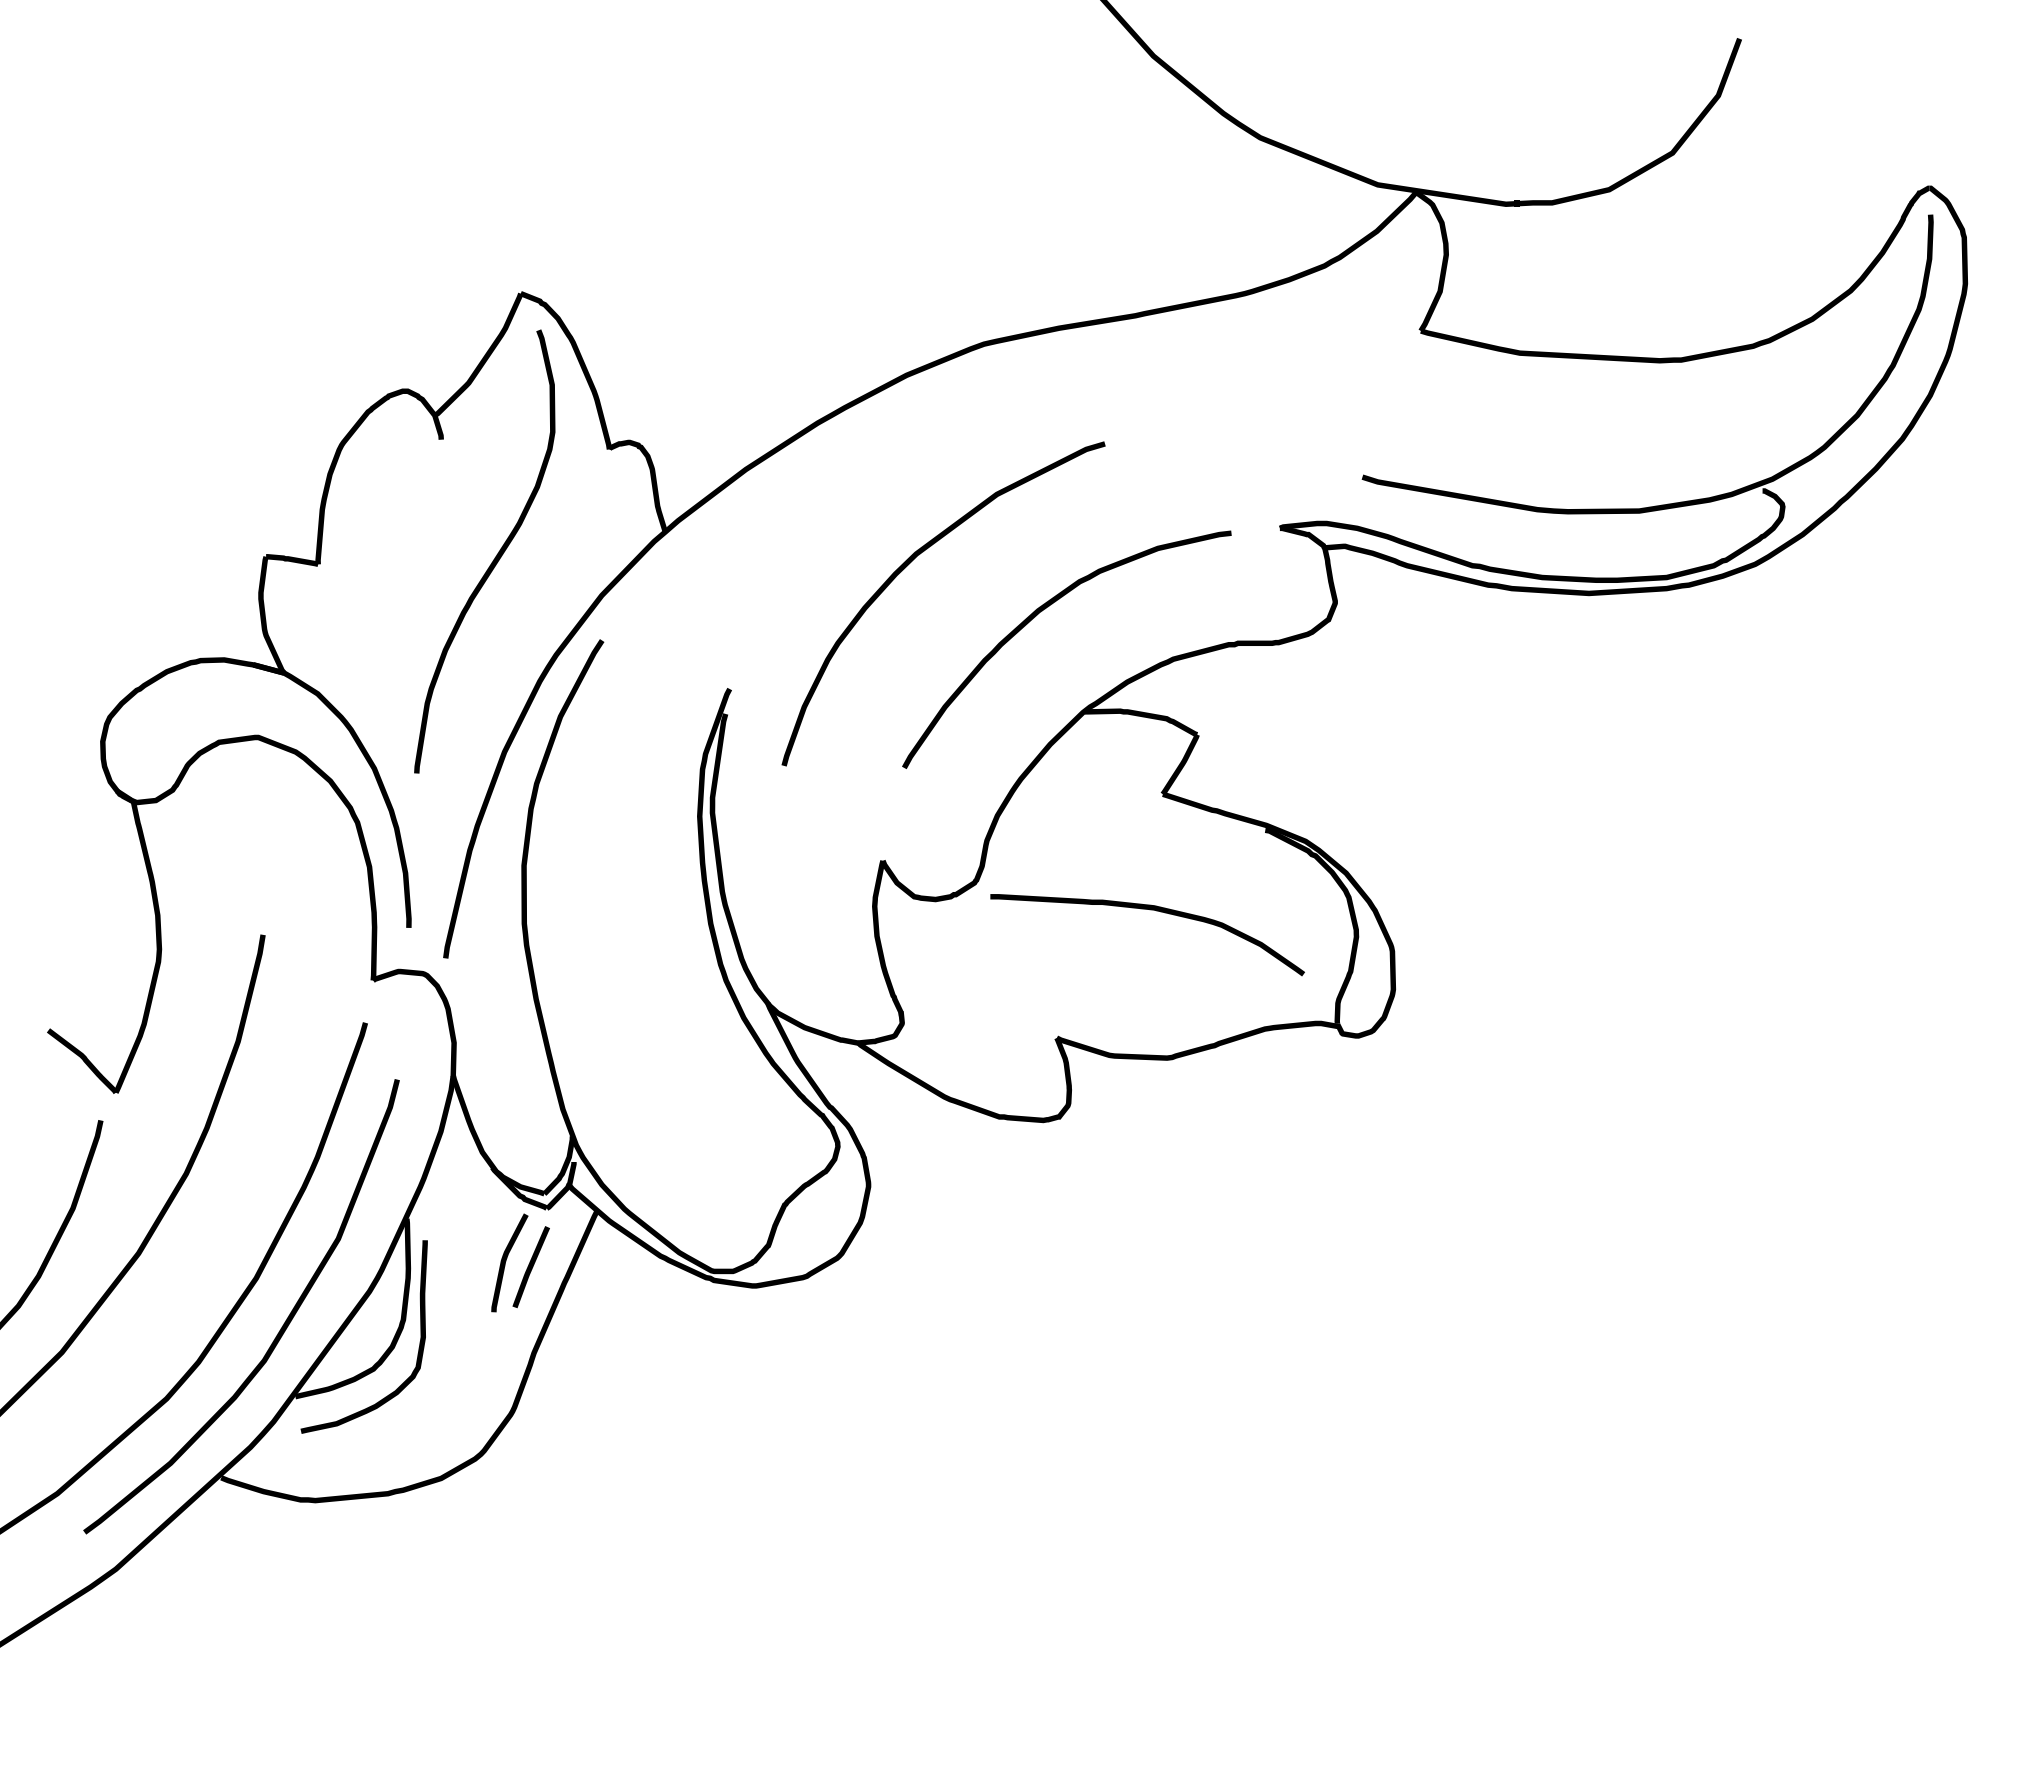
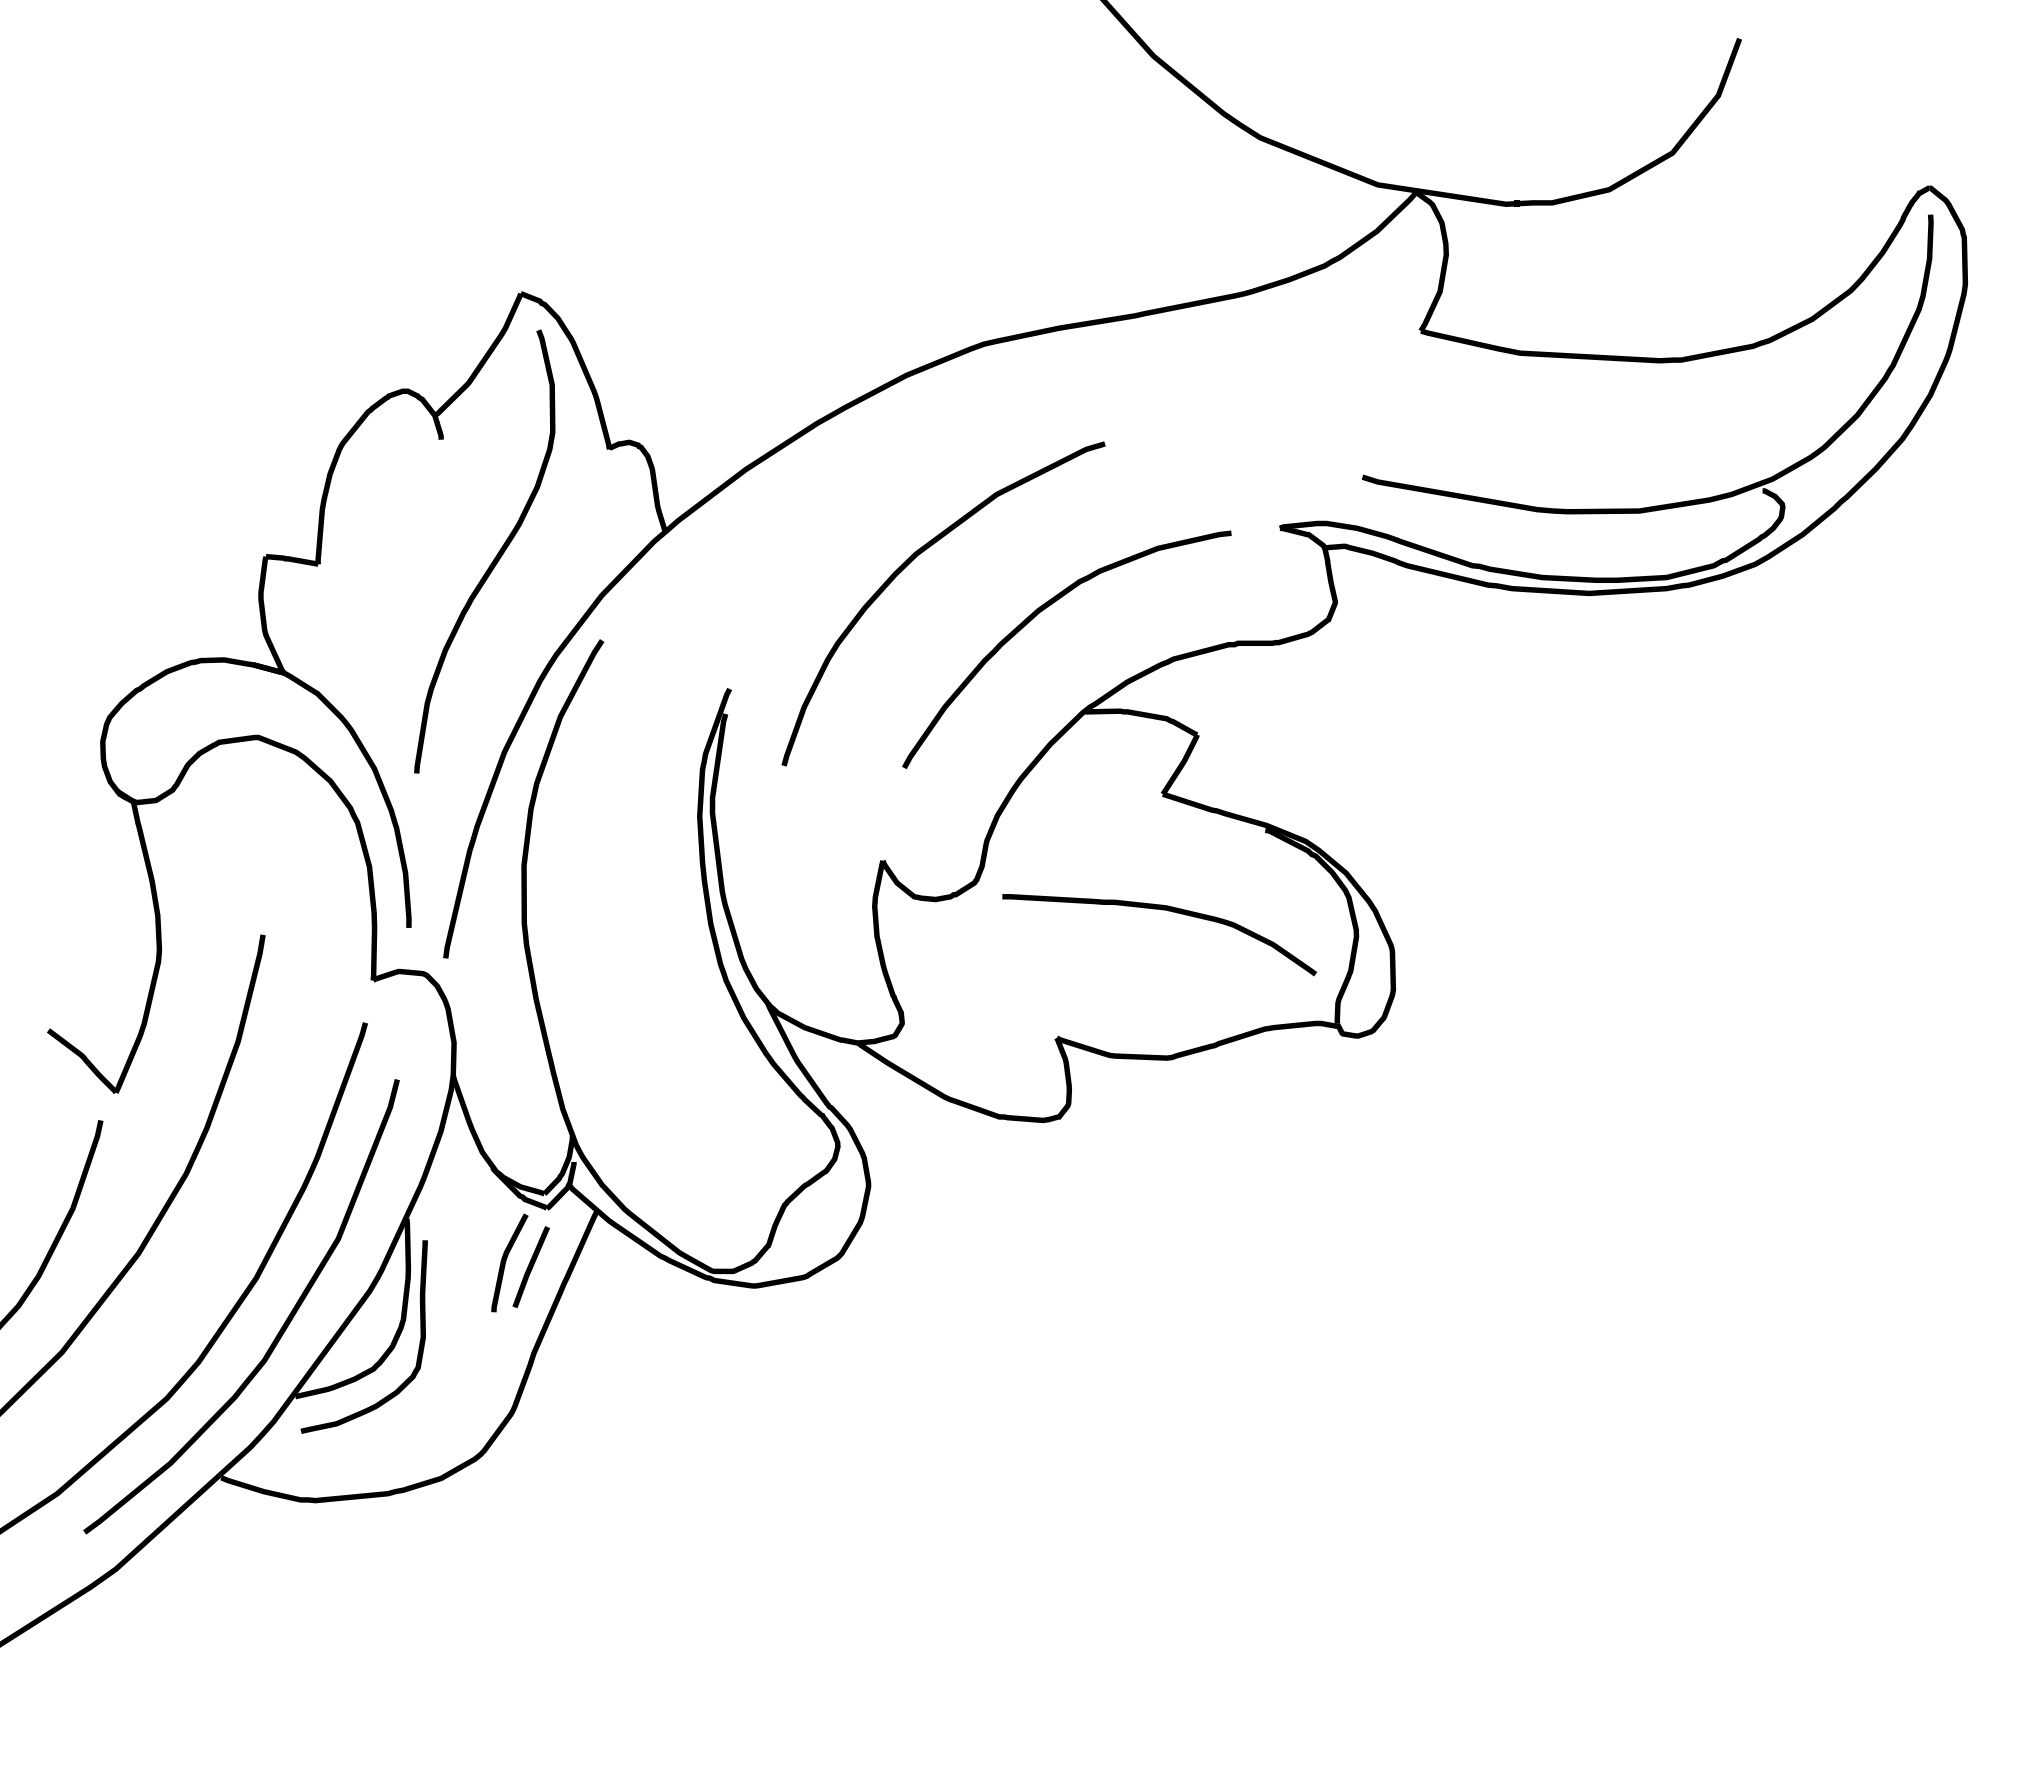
curve at (1150, 910) position: (1150, 910) -> (1162, 910)
